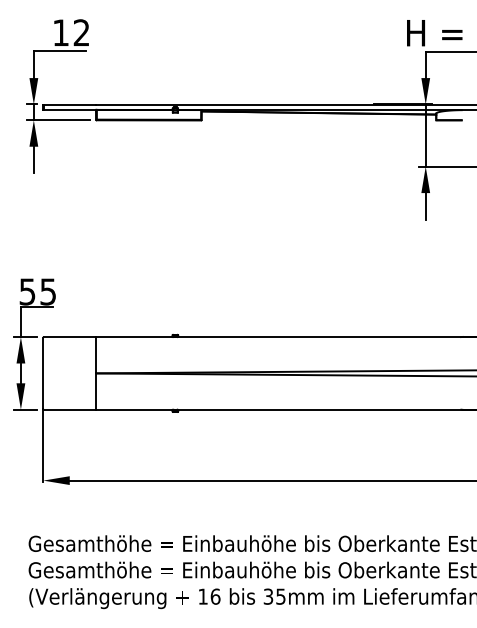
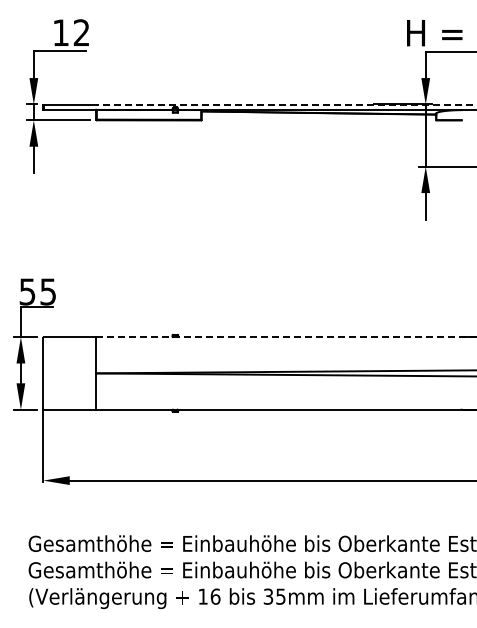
line at (286, 104): solid -> dashed
line at (287, 337): solid -> dashed
